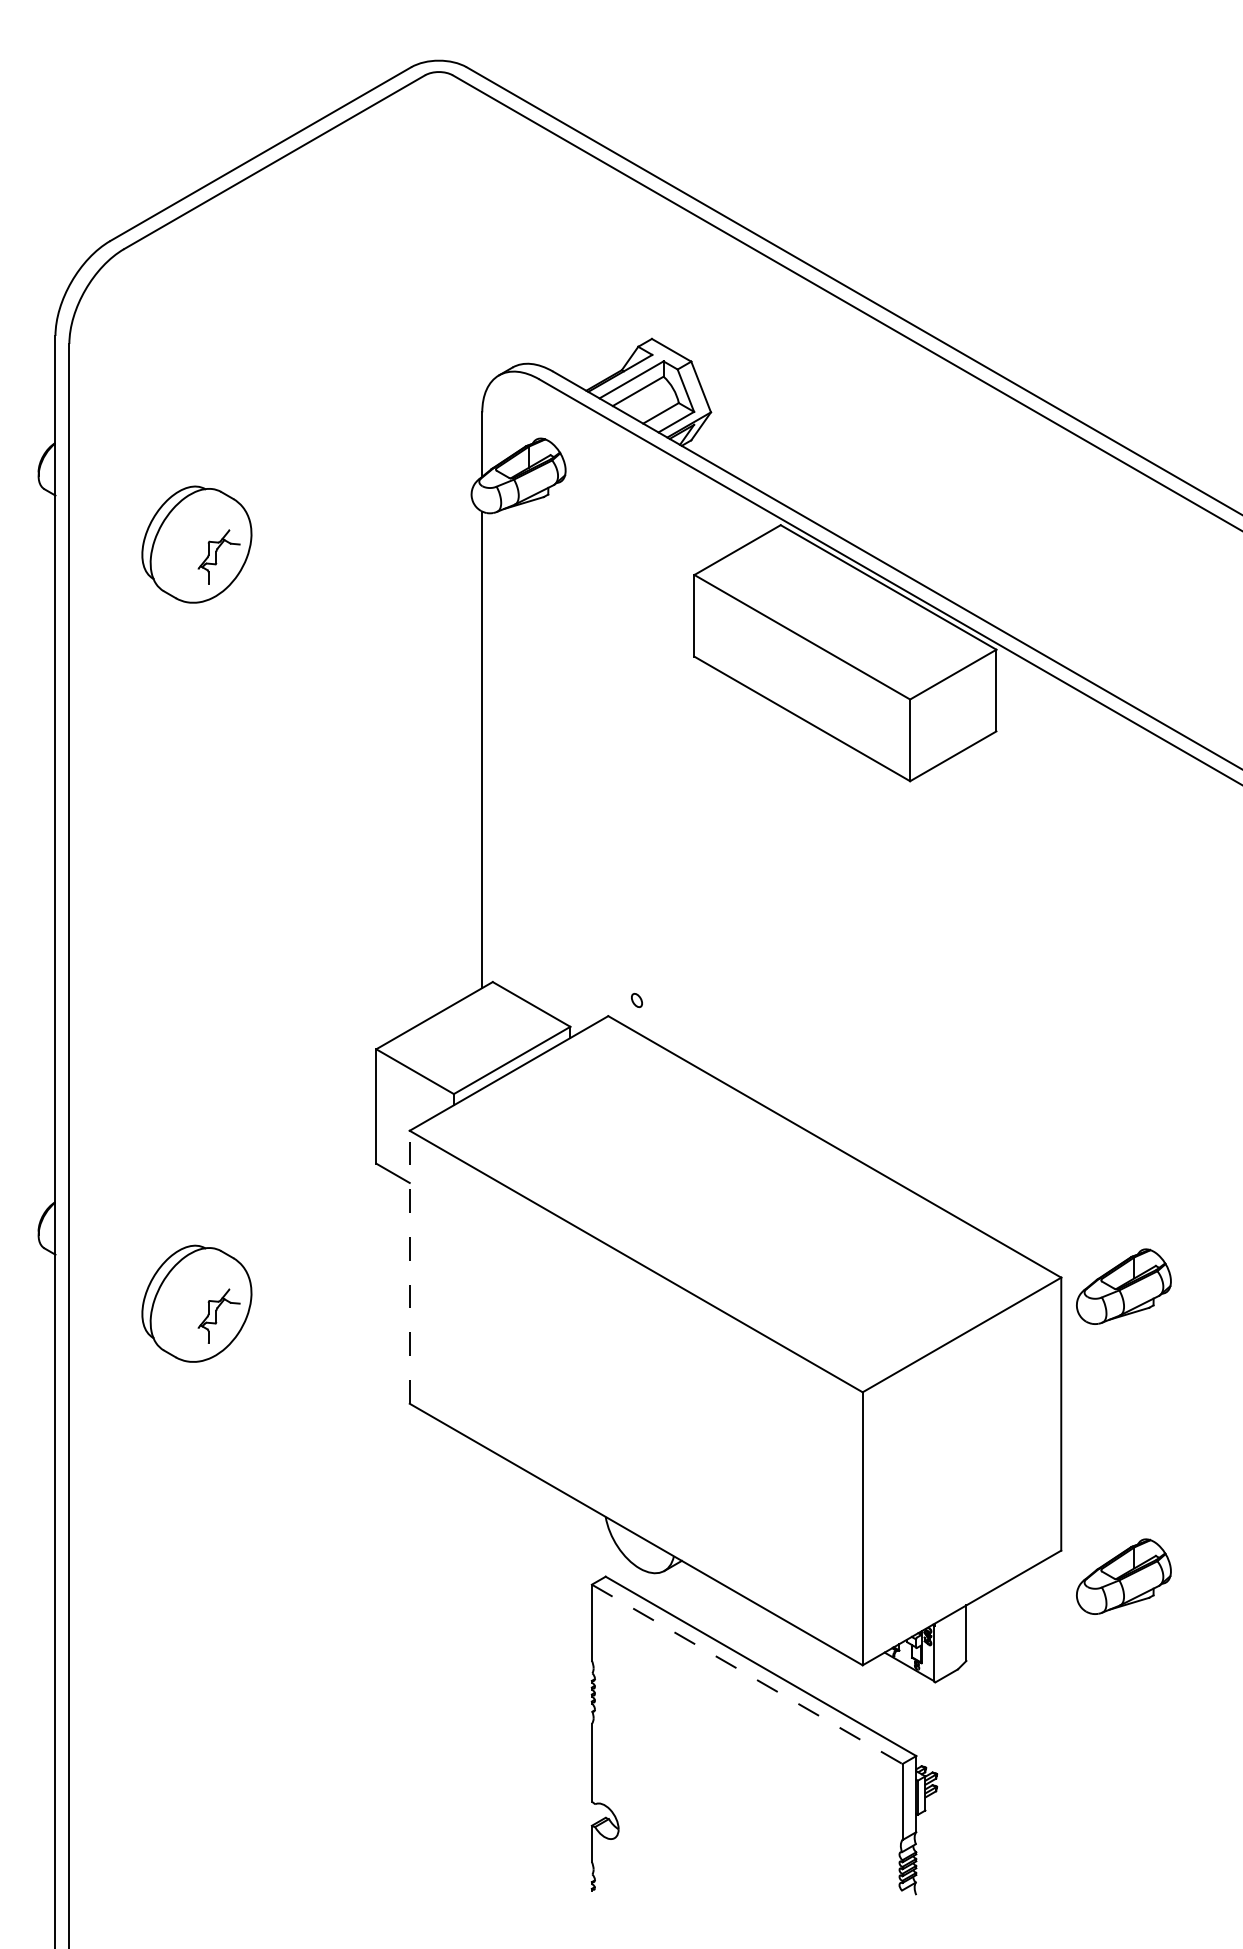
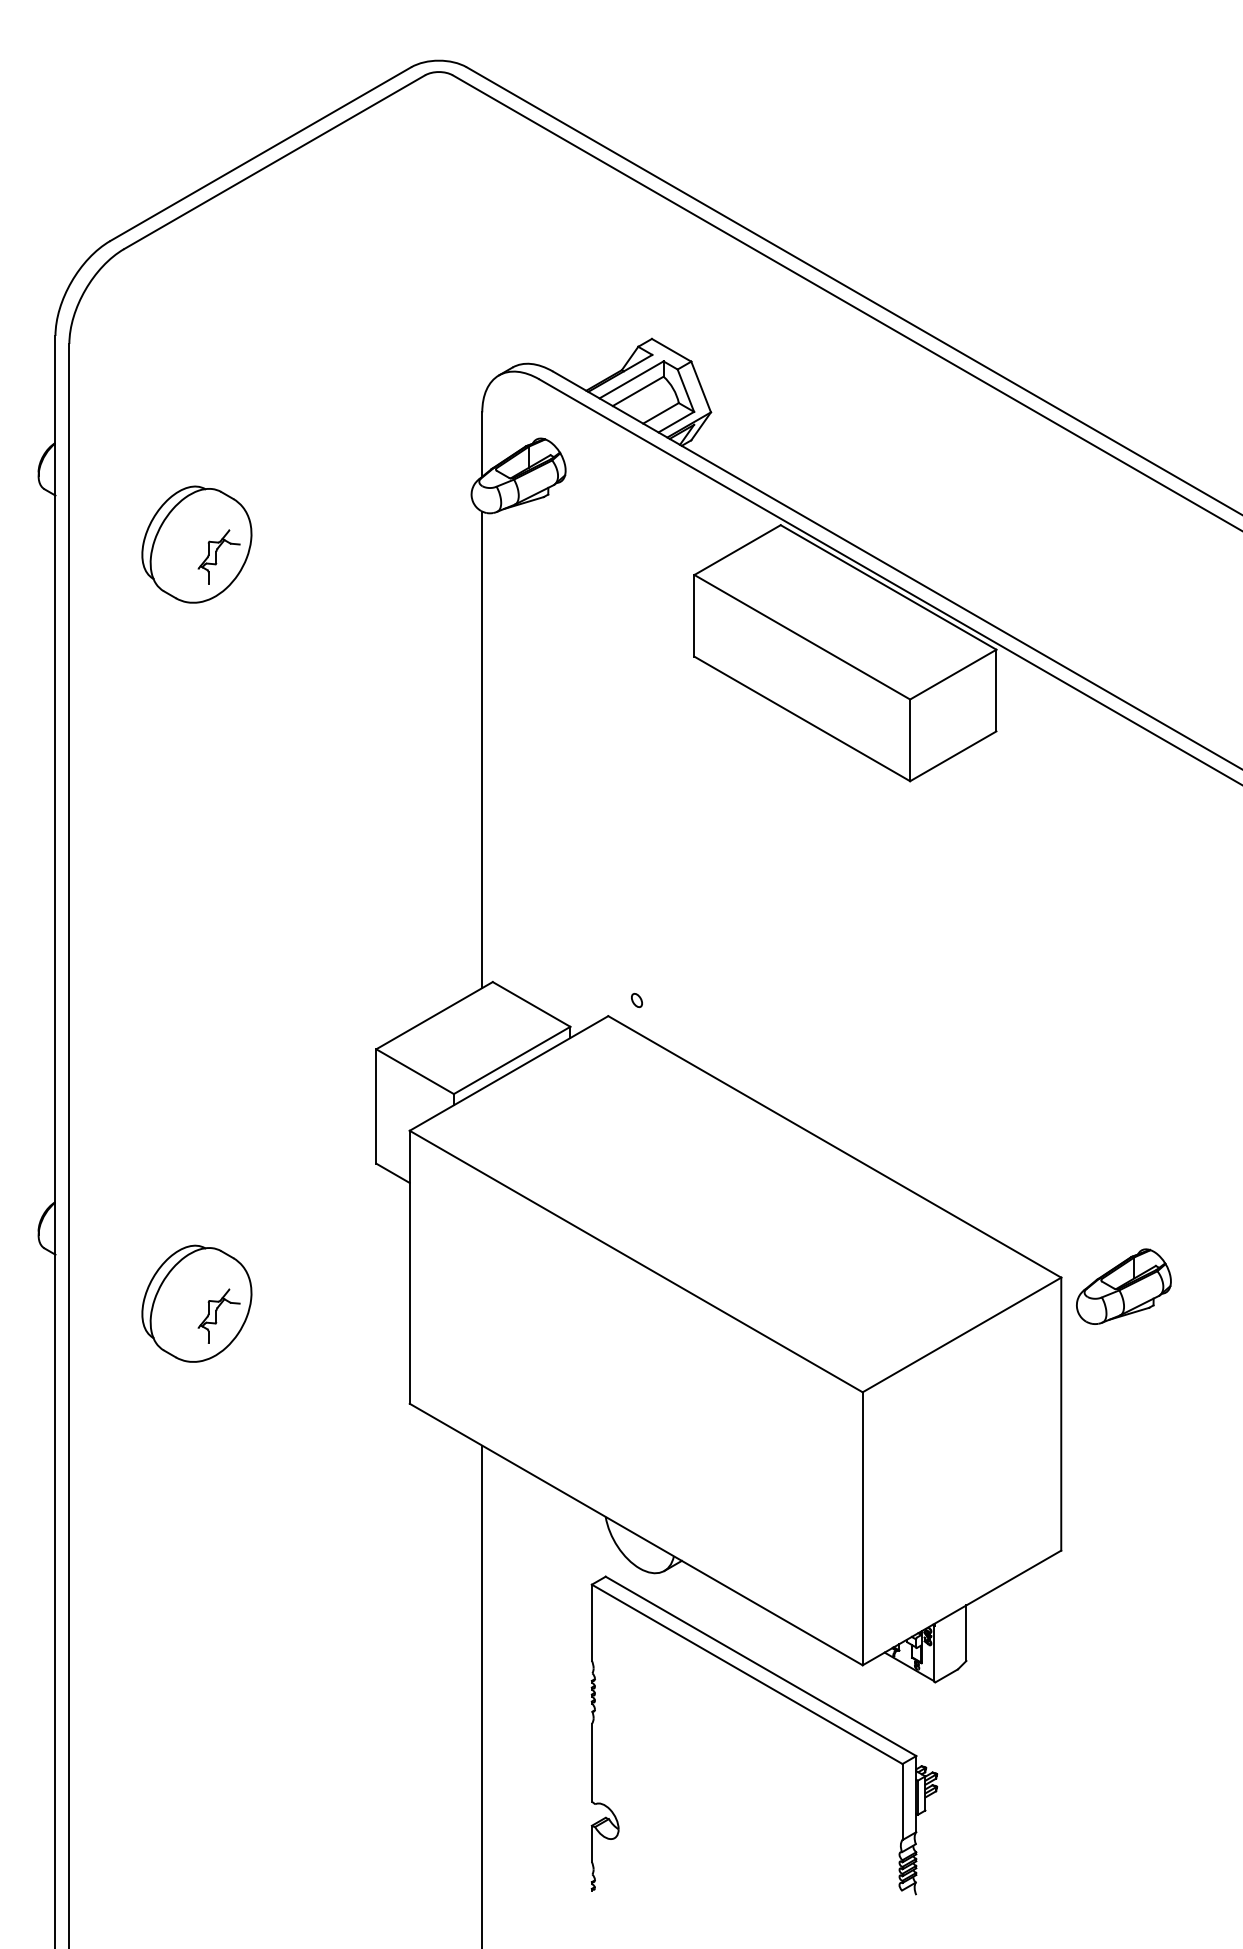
line at (409, 1266): dashed -> solid
part at (1123, 1576): present -> none
line at (747, 1674): dashed -> solid
line at (482, 1695): none -> present
